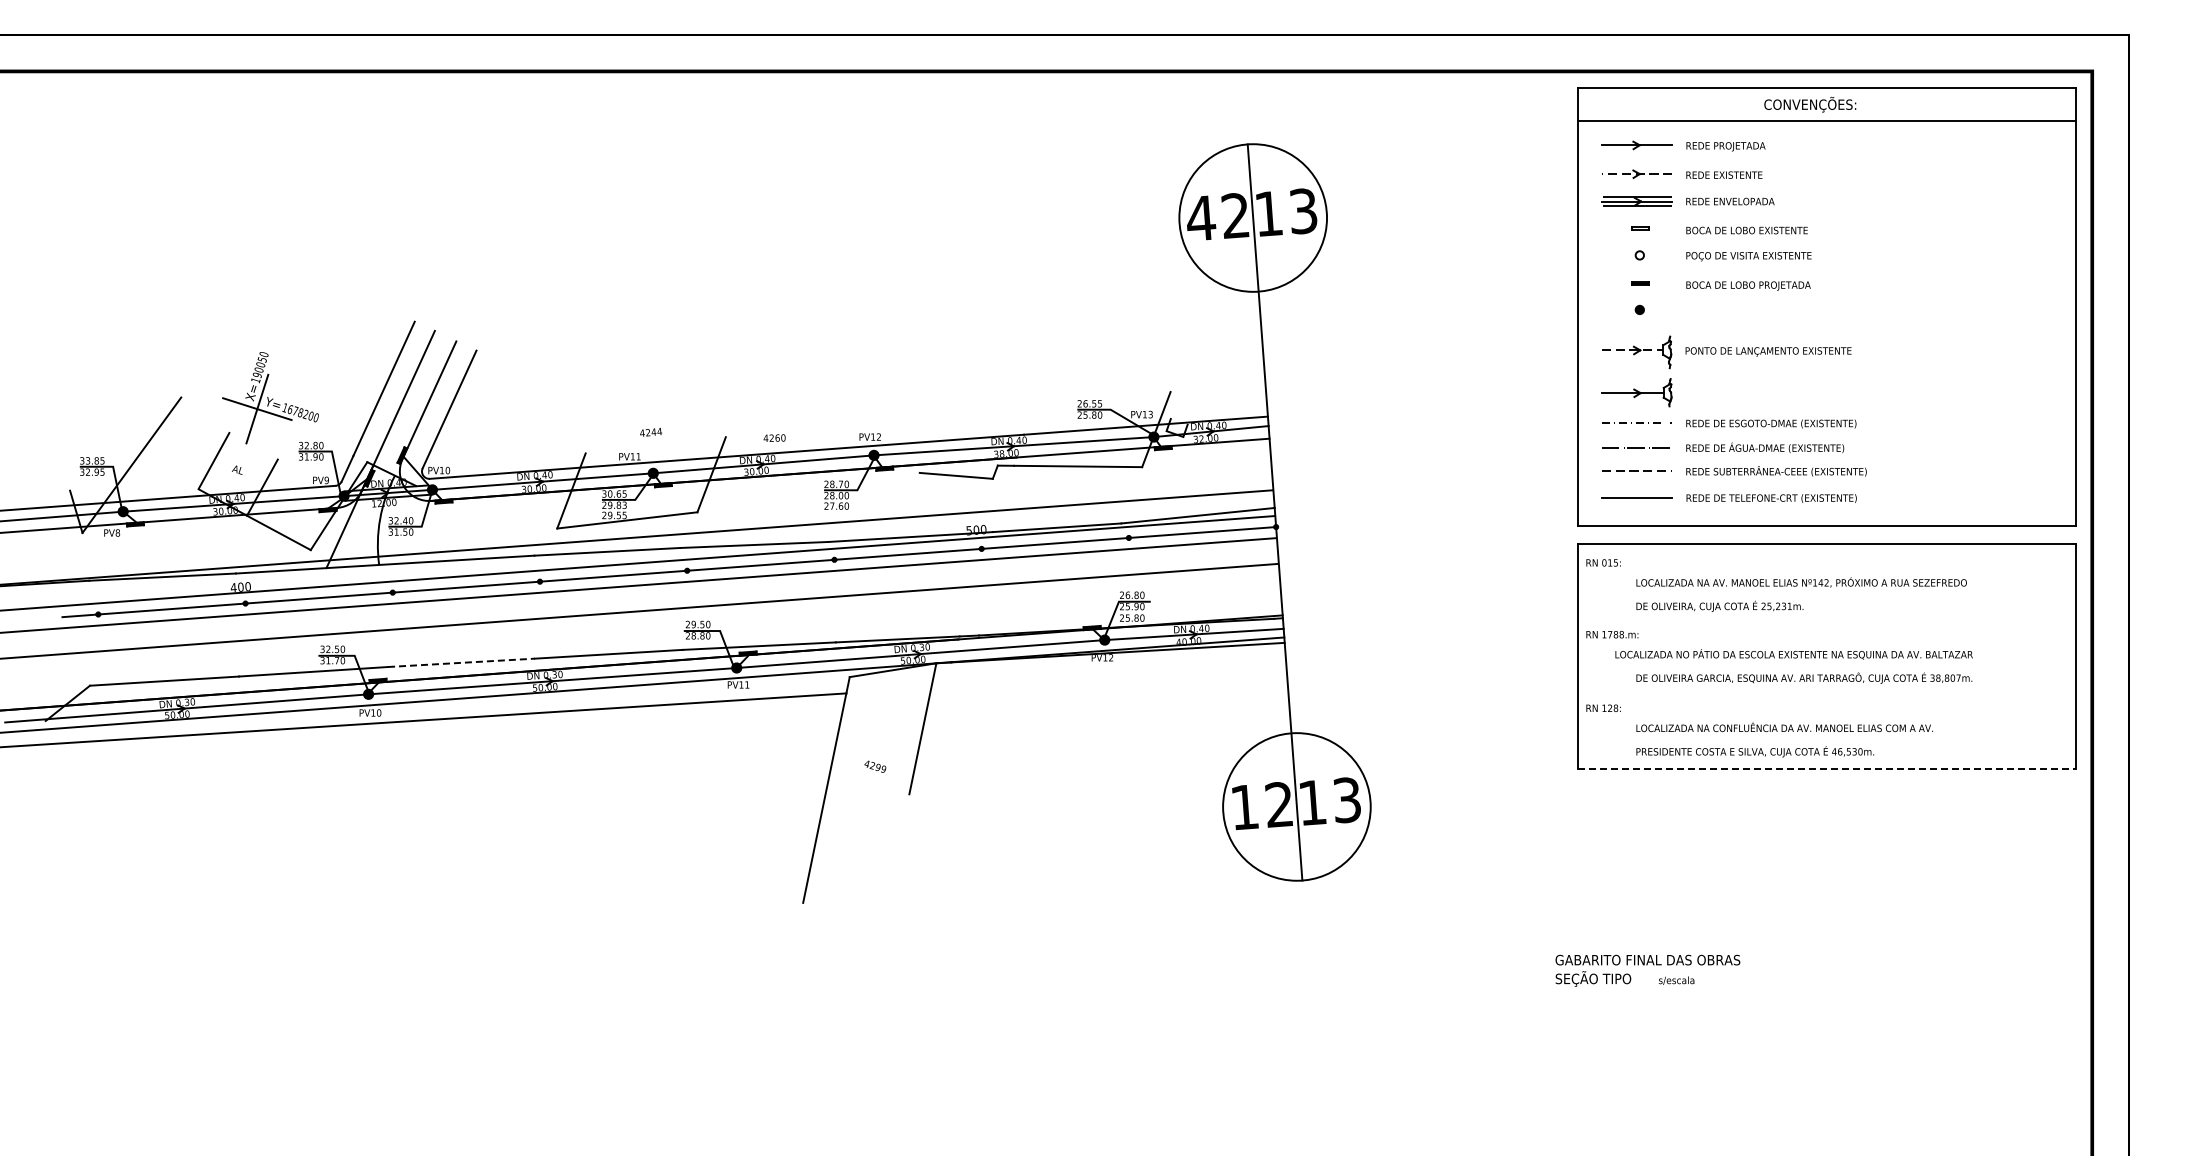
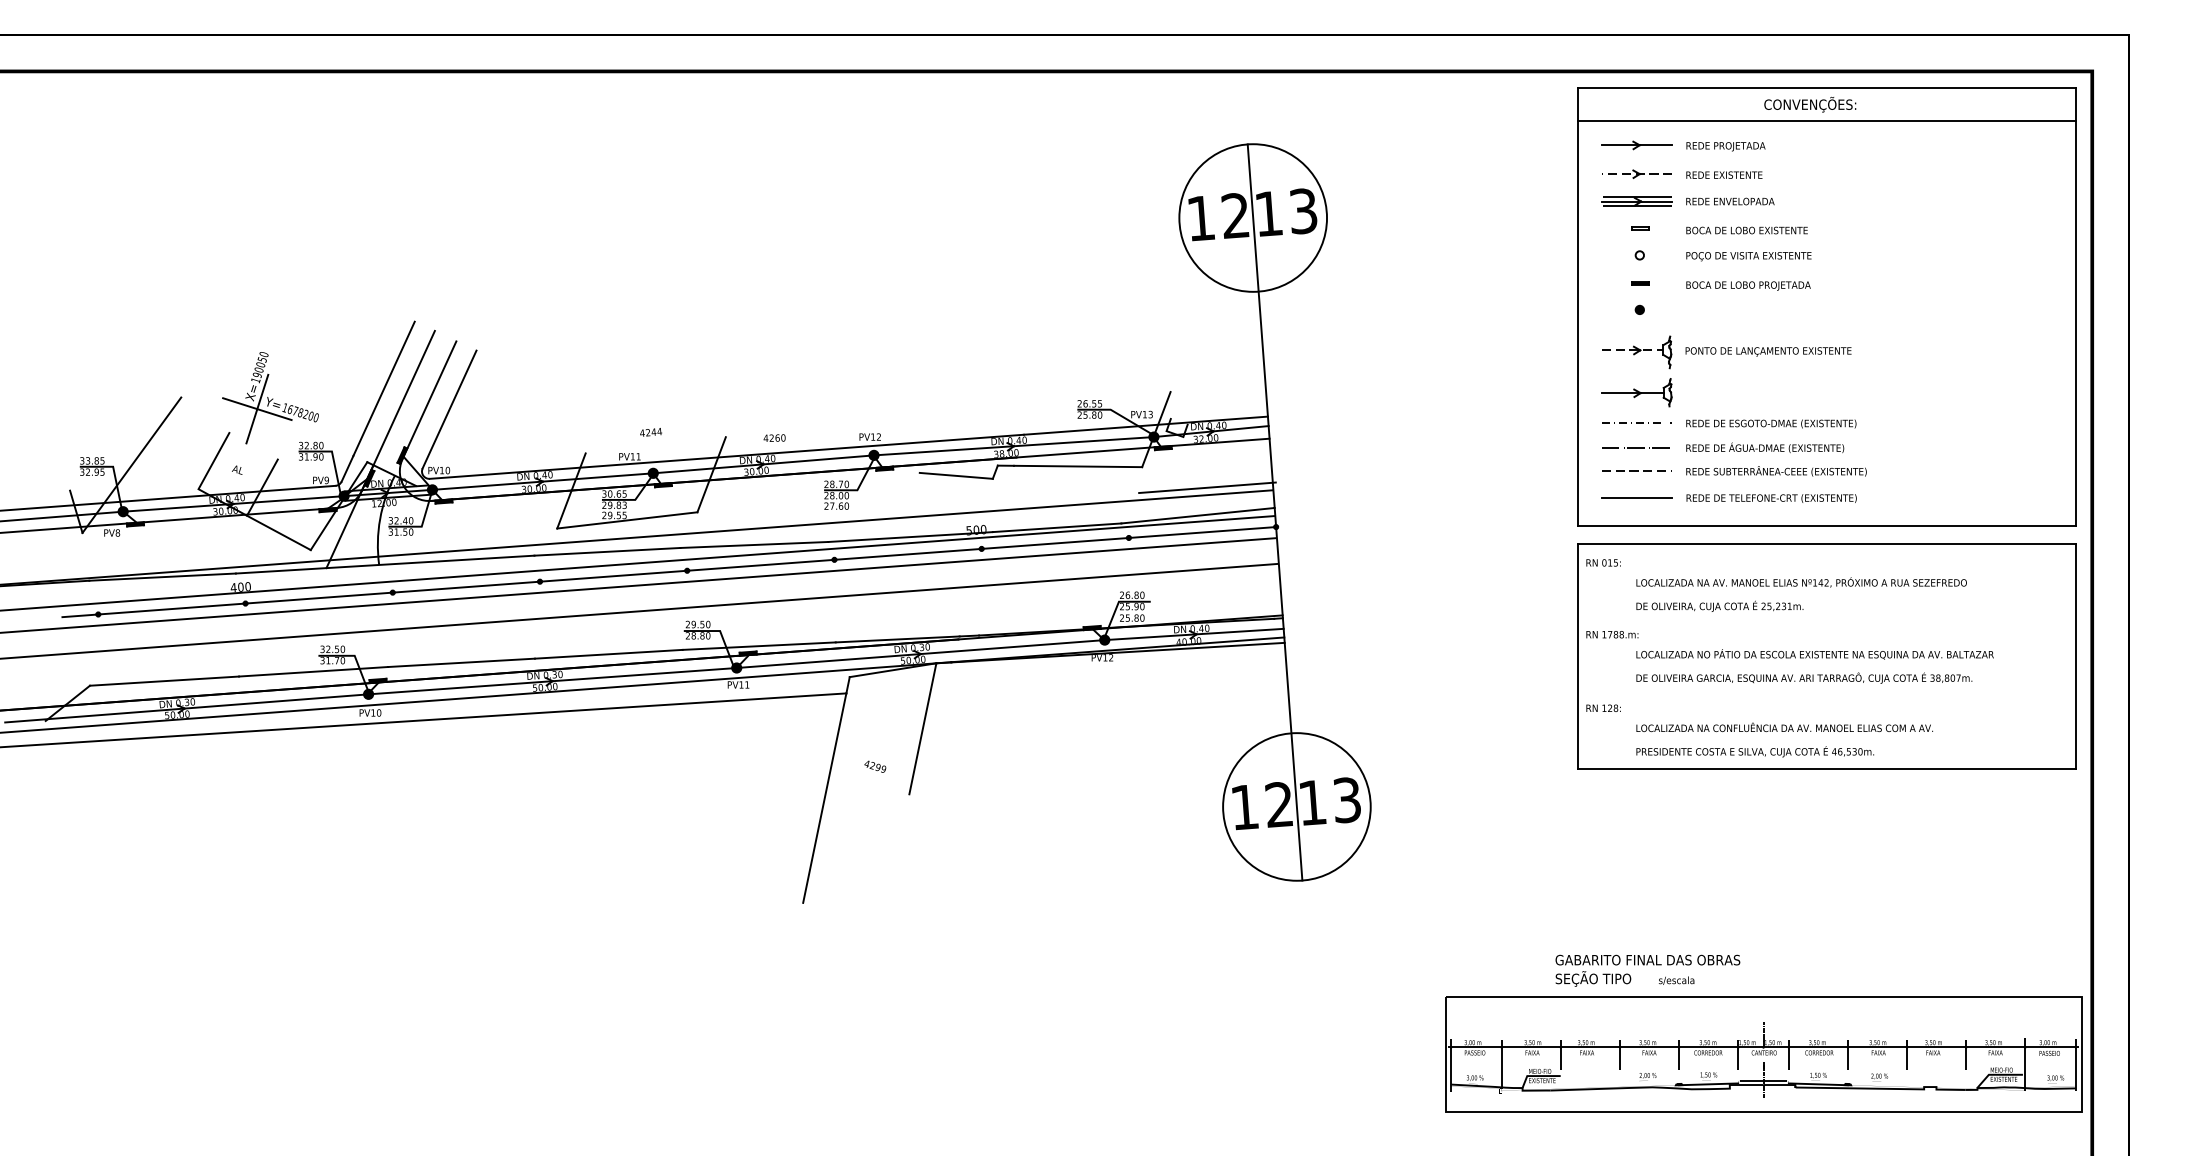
text at (1201, 218): 42 -> 12
line at (1207, 487): none -> present
text at (1793, 654) position: (1793, 654) -> (1814, 654)
line at (461, 662): dashed -> solid
line at (1827, 768): dashed -> solid
part at (1763, 1054): none -> present
